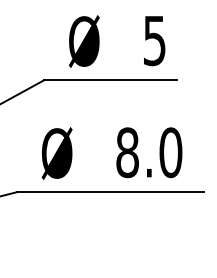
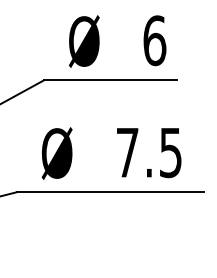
text at (154, 40): 5 -> 6
text at (149, 152): 8.0 -> 7.5
